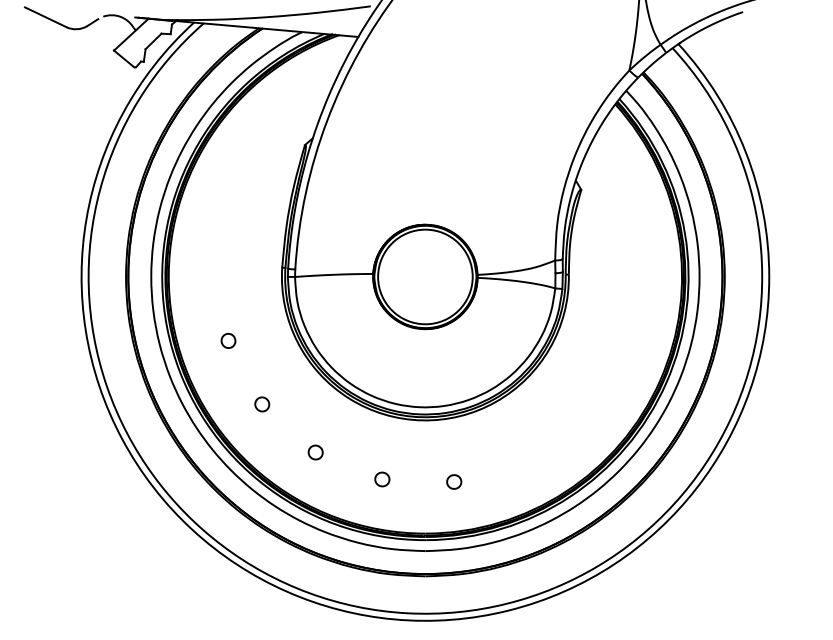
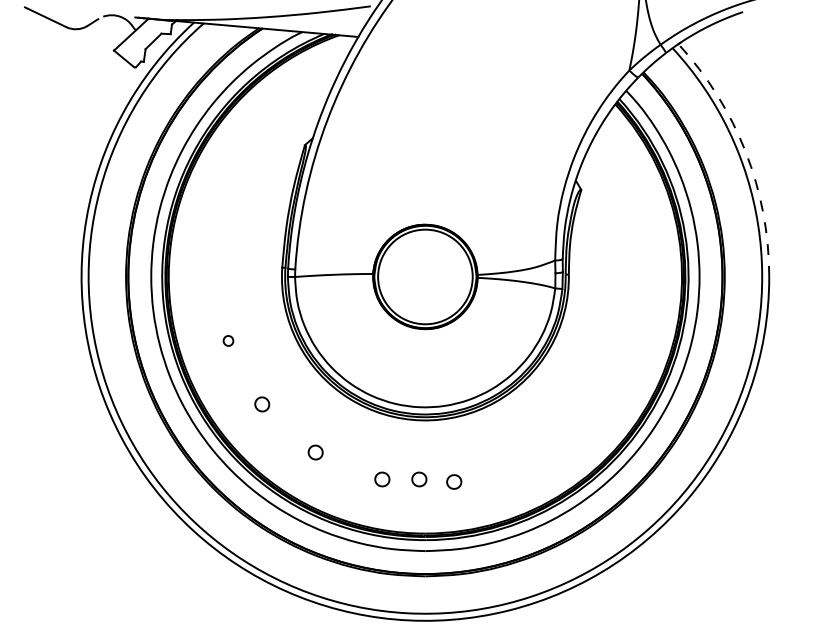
arc at (745, 151): solid -> dashed
part at (228, 340) size: 17x16 px -> 13x12 px
part at (419, 479): none -> present
